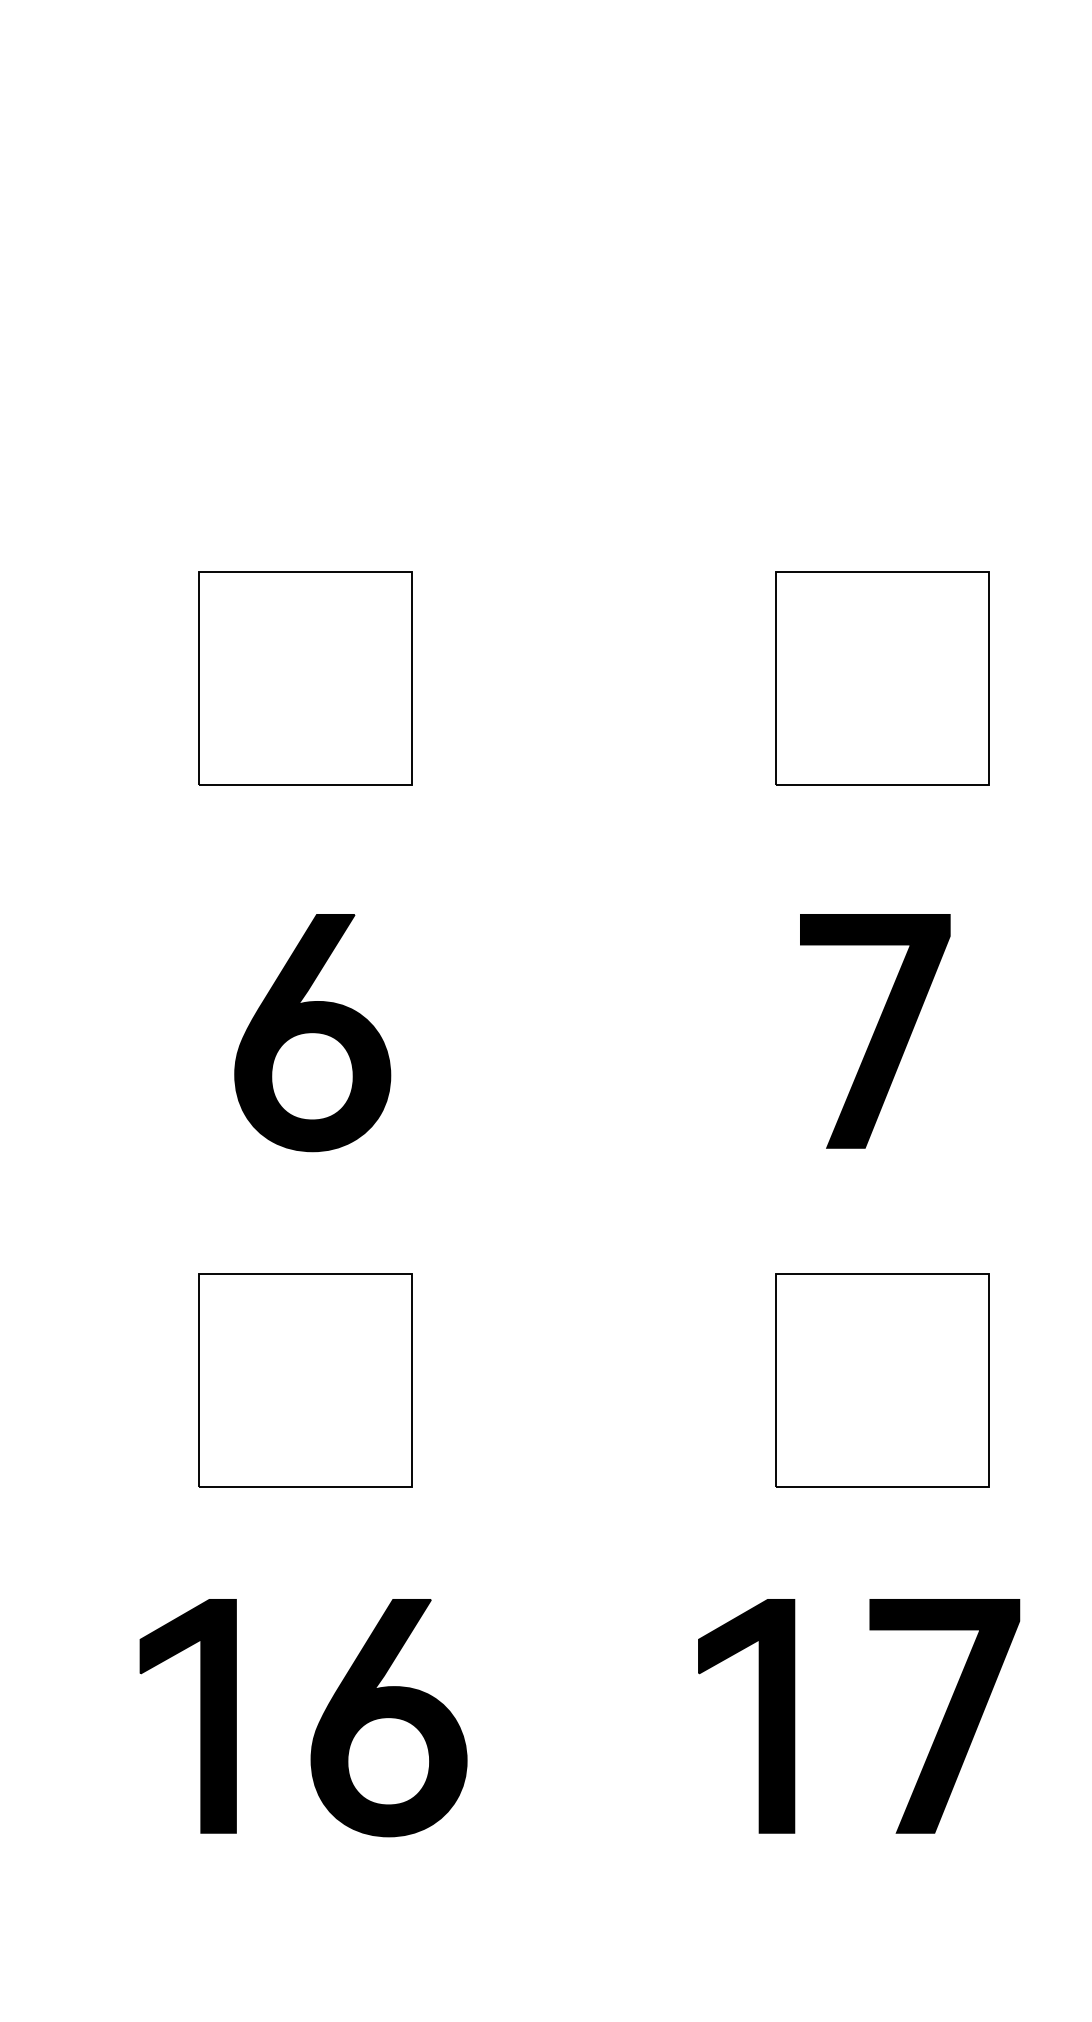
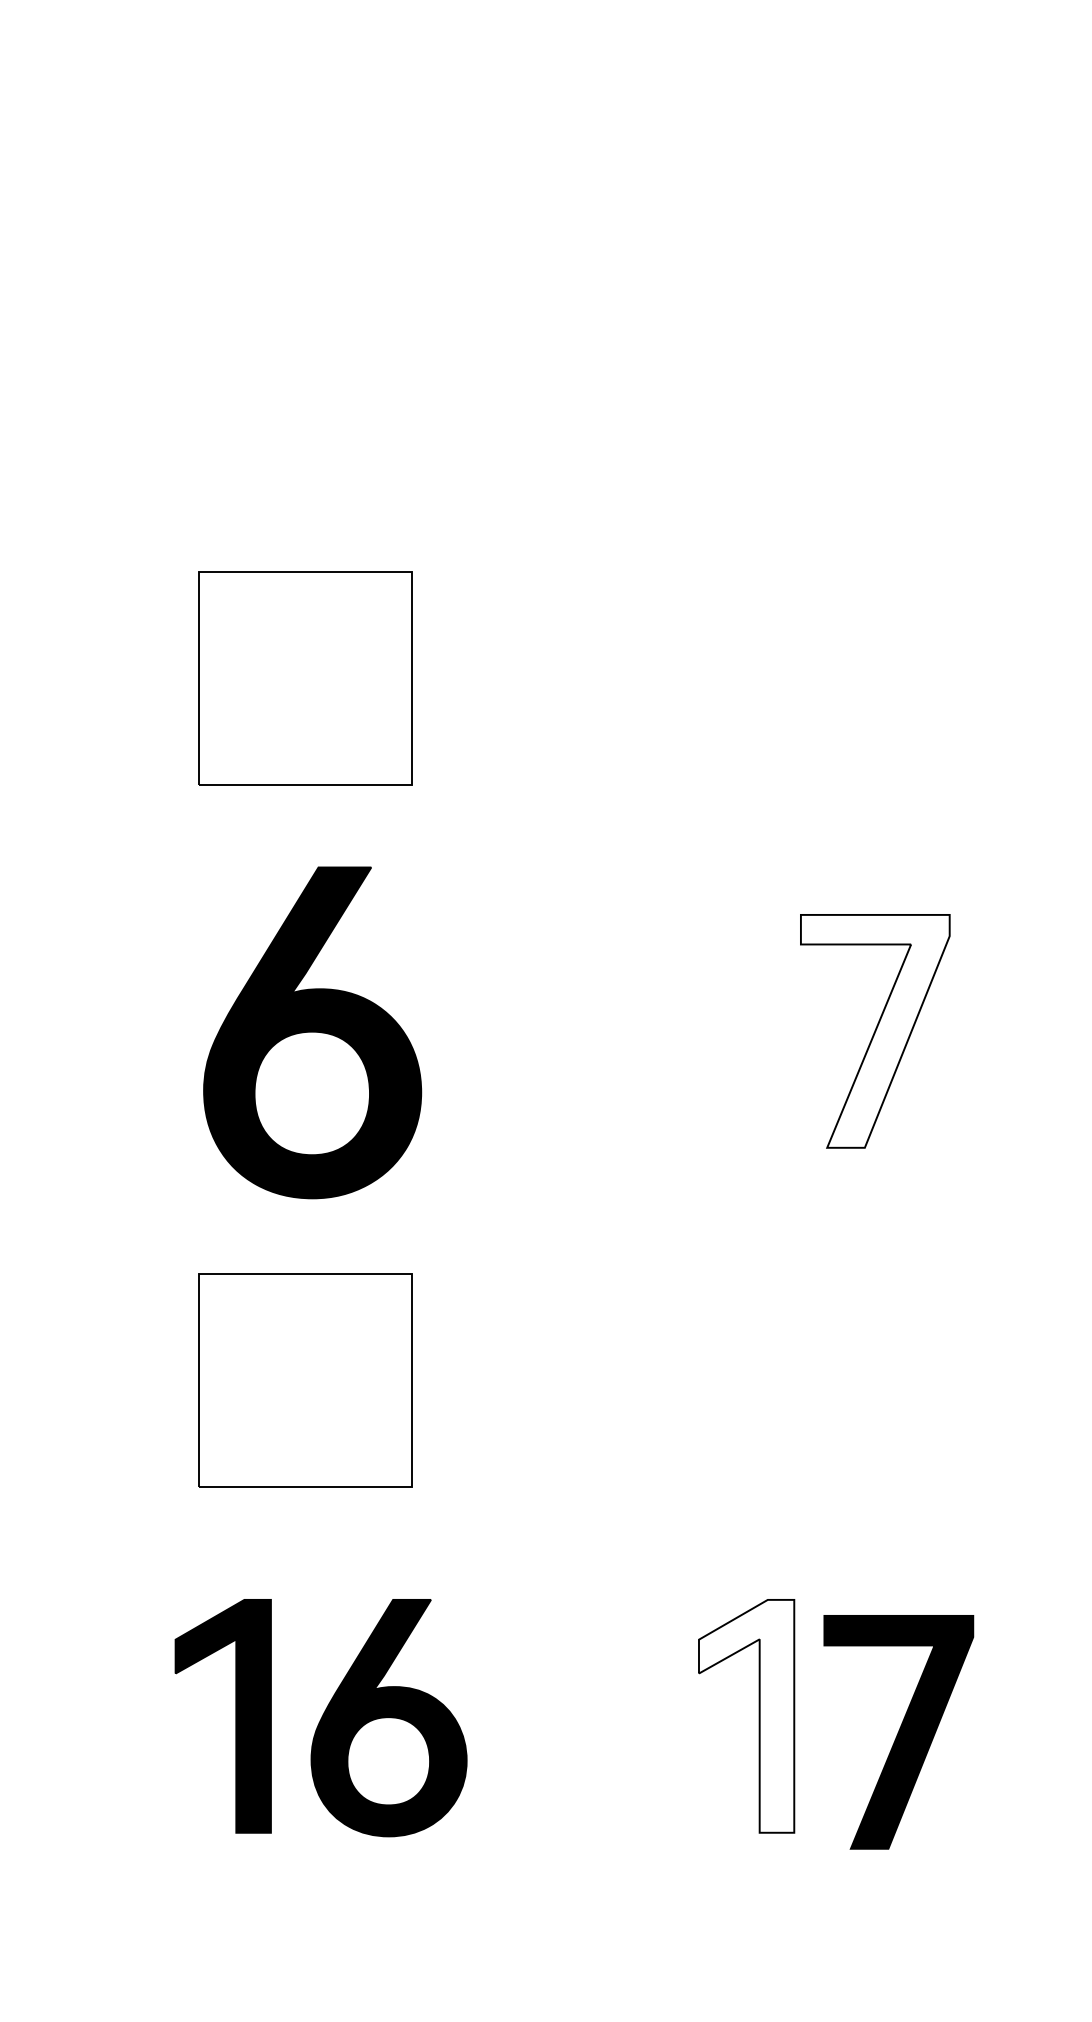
part at (882, 678): present -> none
fill at (874, 1030): present -> none
part at (312, 1033) size: 158x239 px -> 220x334 px
part at (882, 1380): present -> none
fill at (746, 1715): present -> none
part at (200, 1716) position: (200, 1716) -> (235, 1716)
part at (944, 1716) position: (944, 1716) -> (898, 1732)
